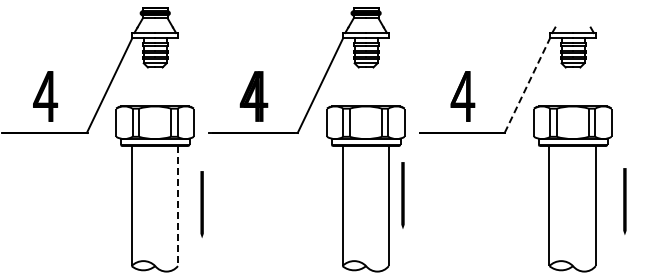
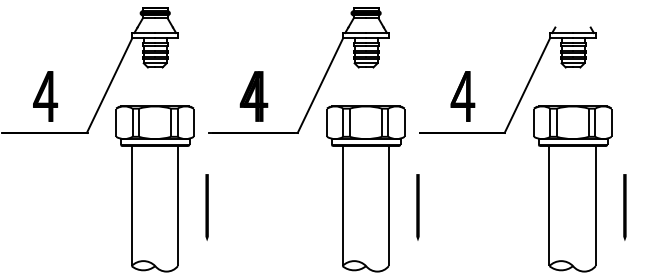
line at (527, 85): dashed -> solid
line at (402, 195) position: (402, 195) -> (417, 207)
line at (624, 201) position: (624, 201) -> (624, 207)
line at (201, 204) position: (201, 204) -> (206, 207)
line at (177, 206): dashed -> solid
